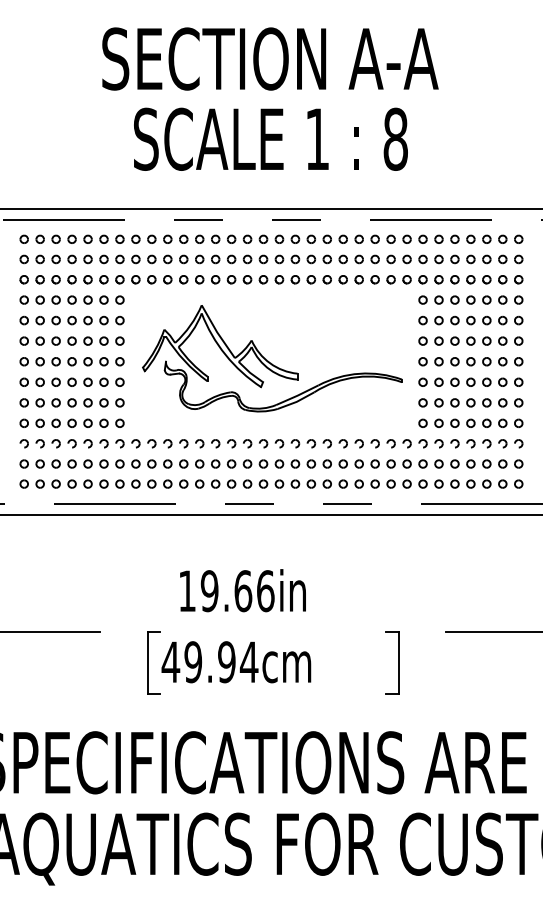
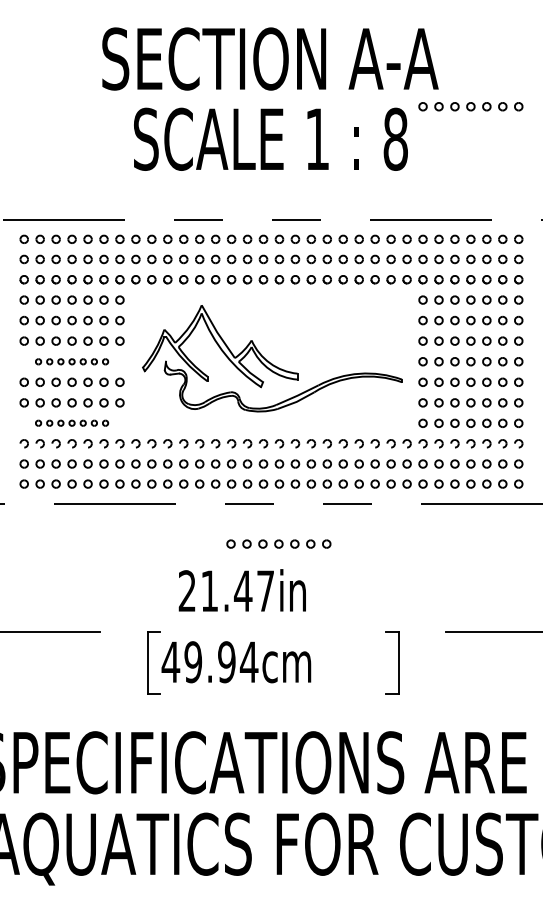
part at (470, 106): none -> present
line at (270, 209): present -> none
part at (71, 361) size: 106x10 px -> 75x8 px
part at (71, 422) size: 106x10 px -> 75x8 px
line at (270, 514): present -> none
part at (278, 543): none -> present
text at (226, 591): 19.66in -> 21.47in
